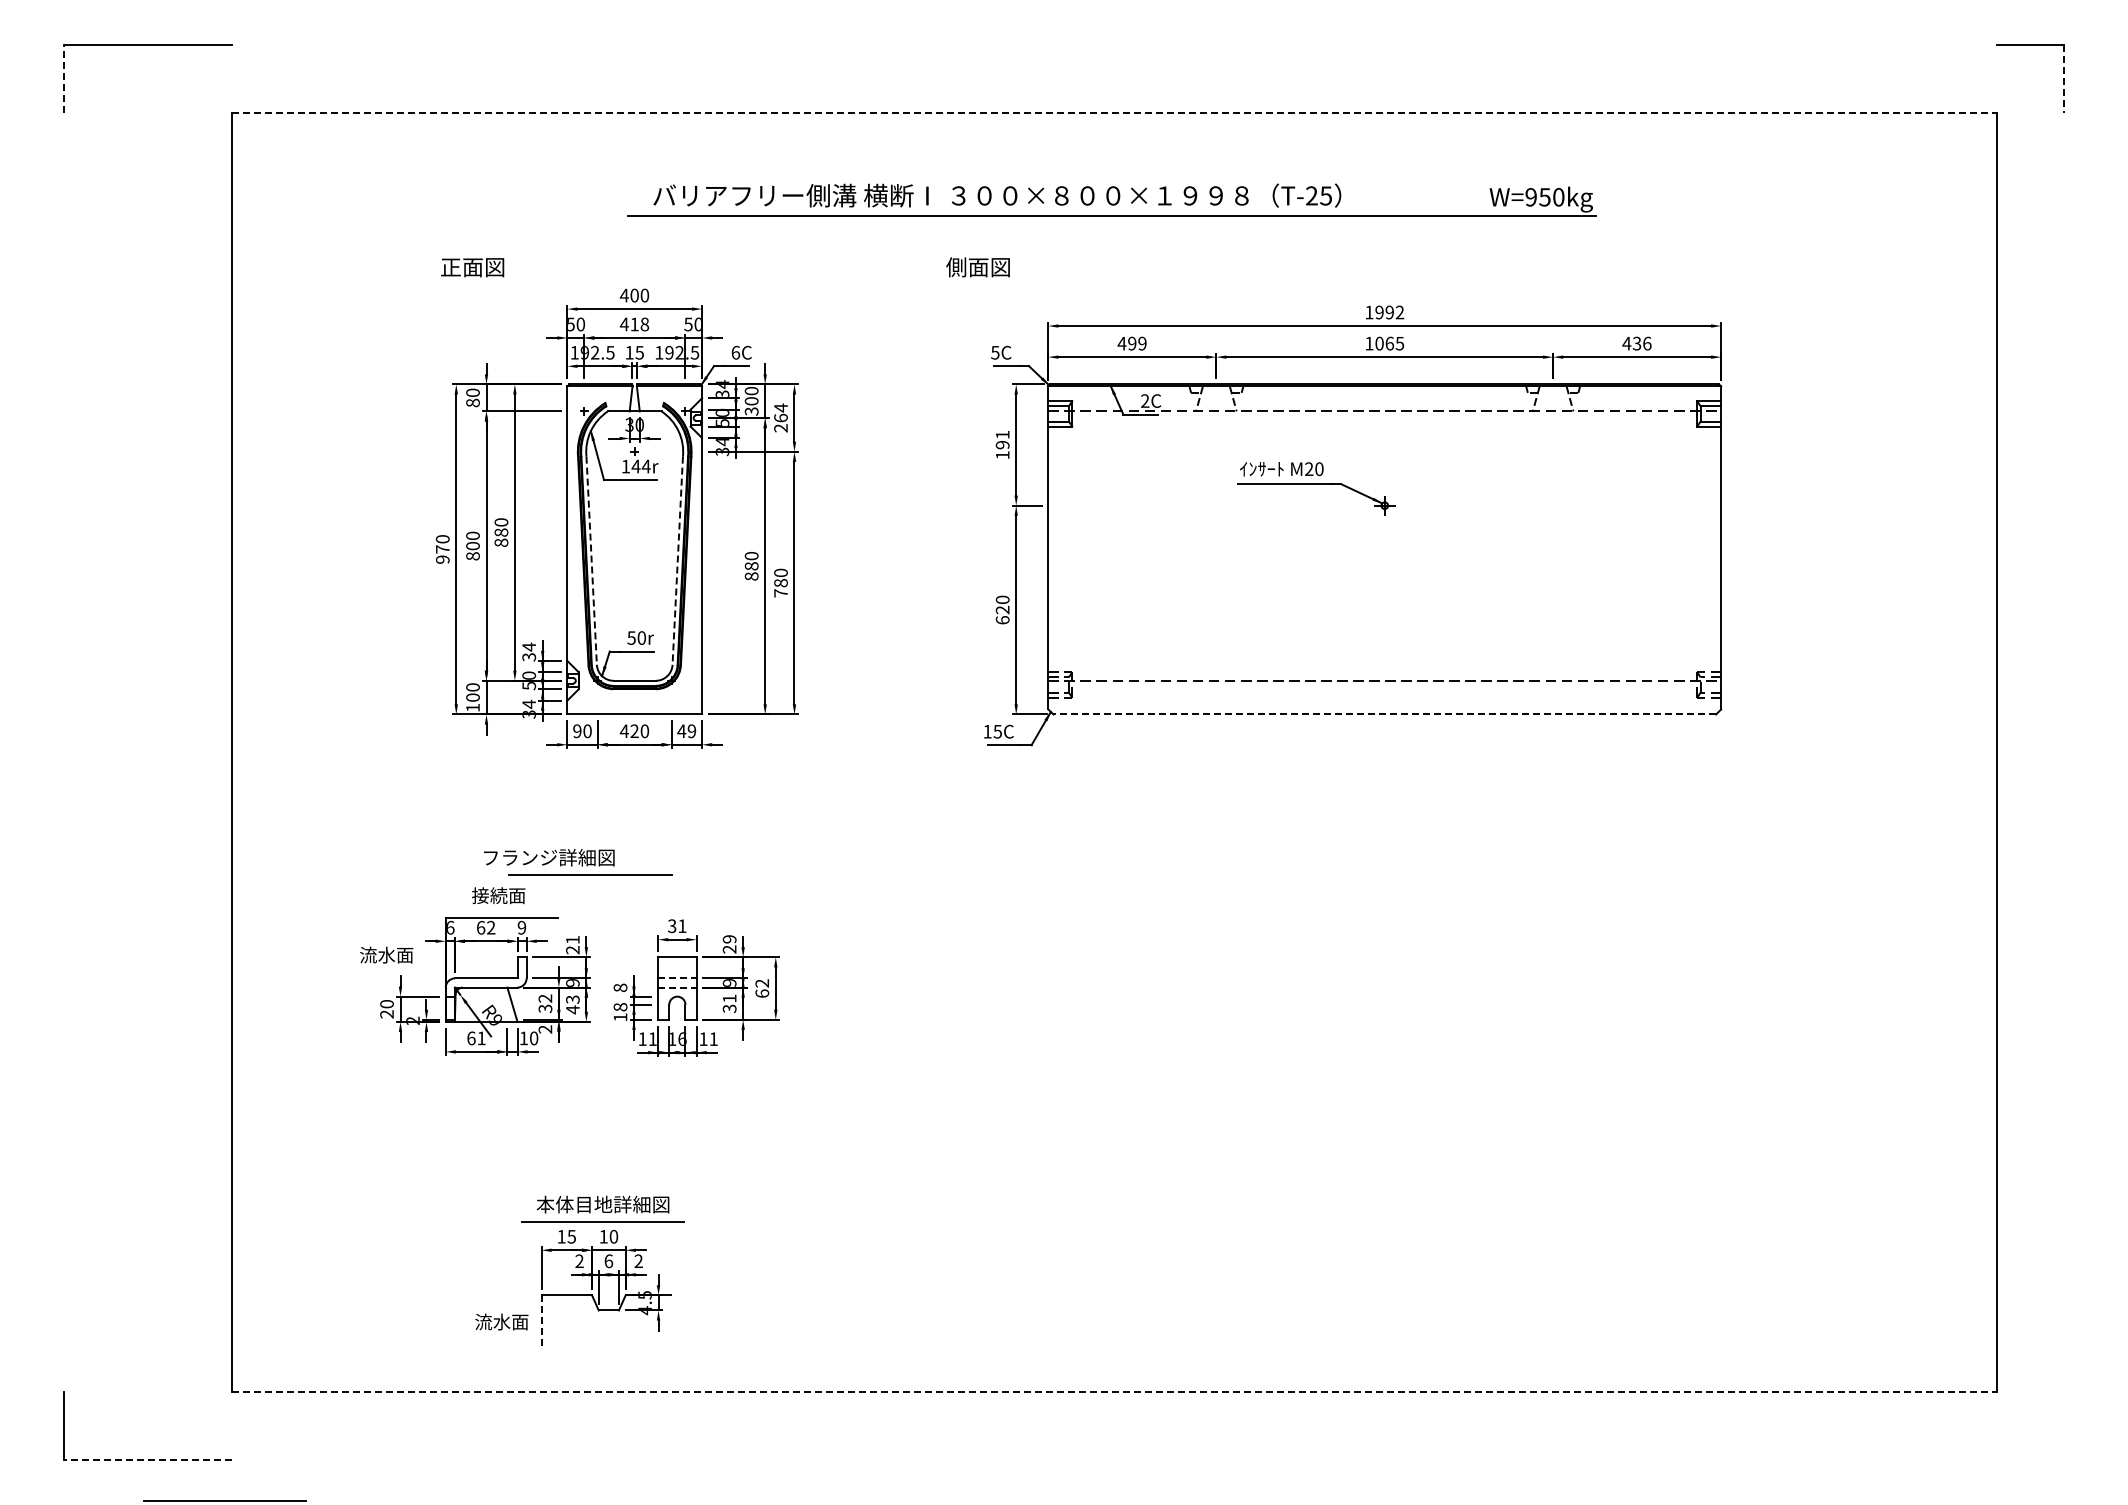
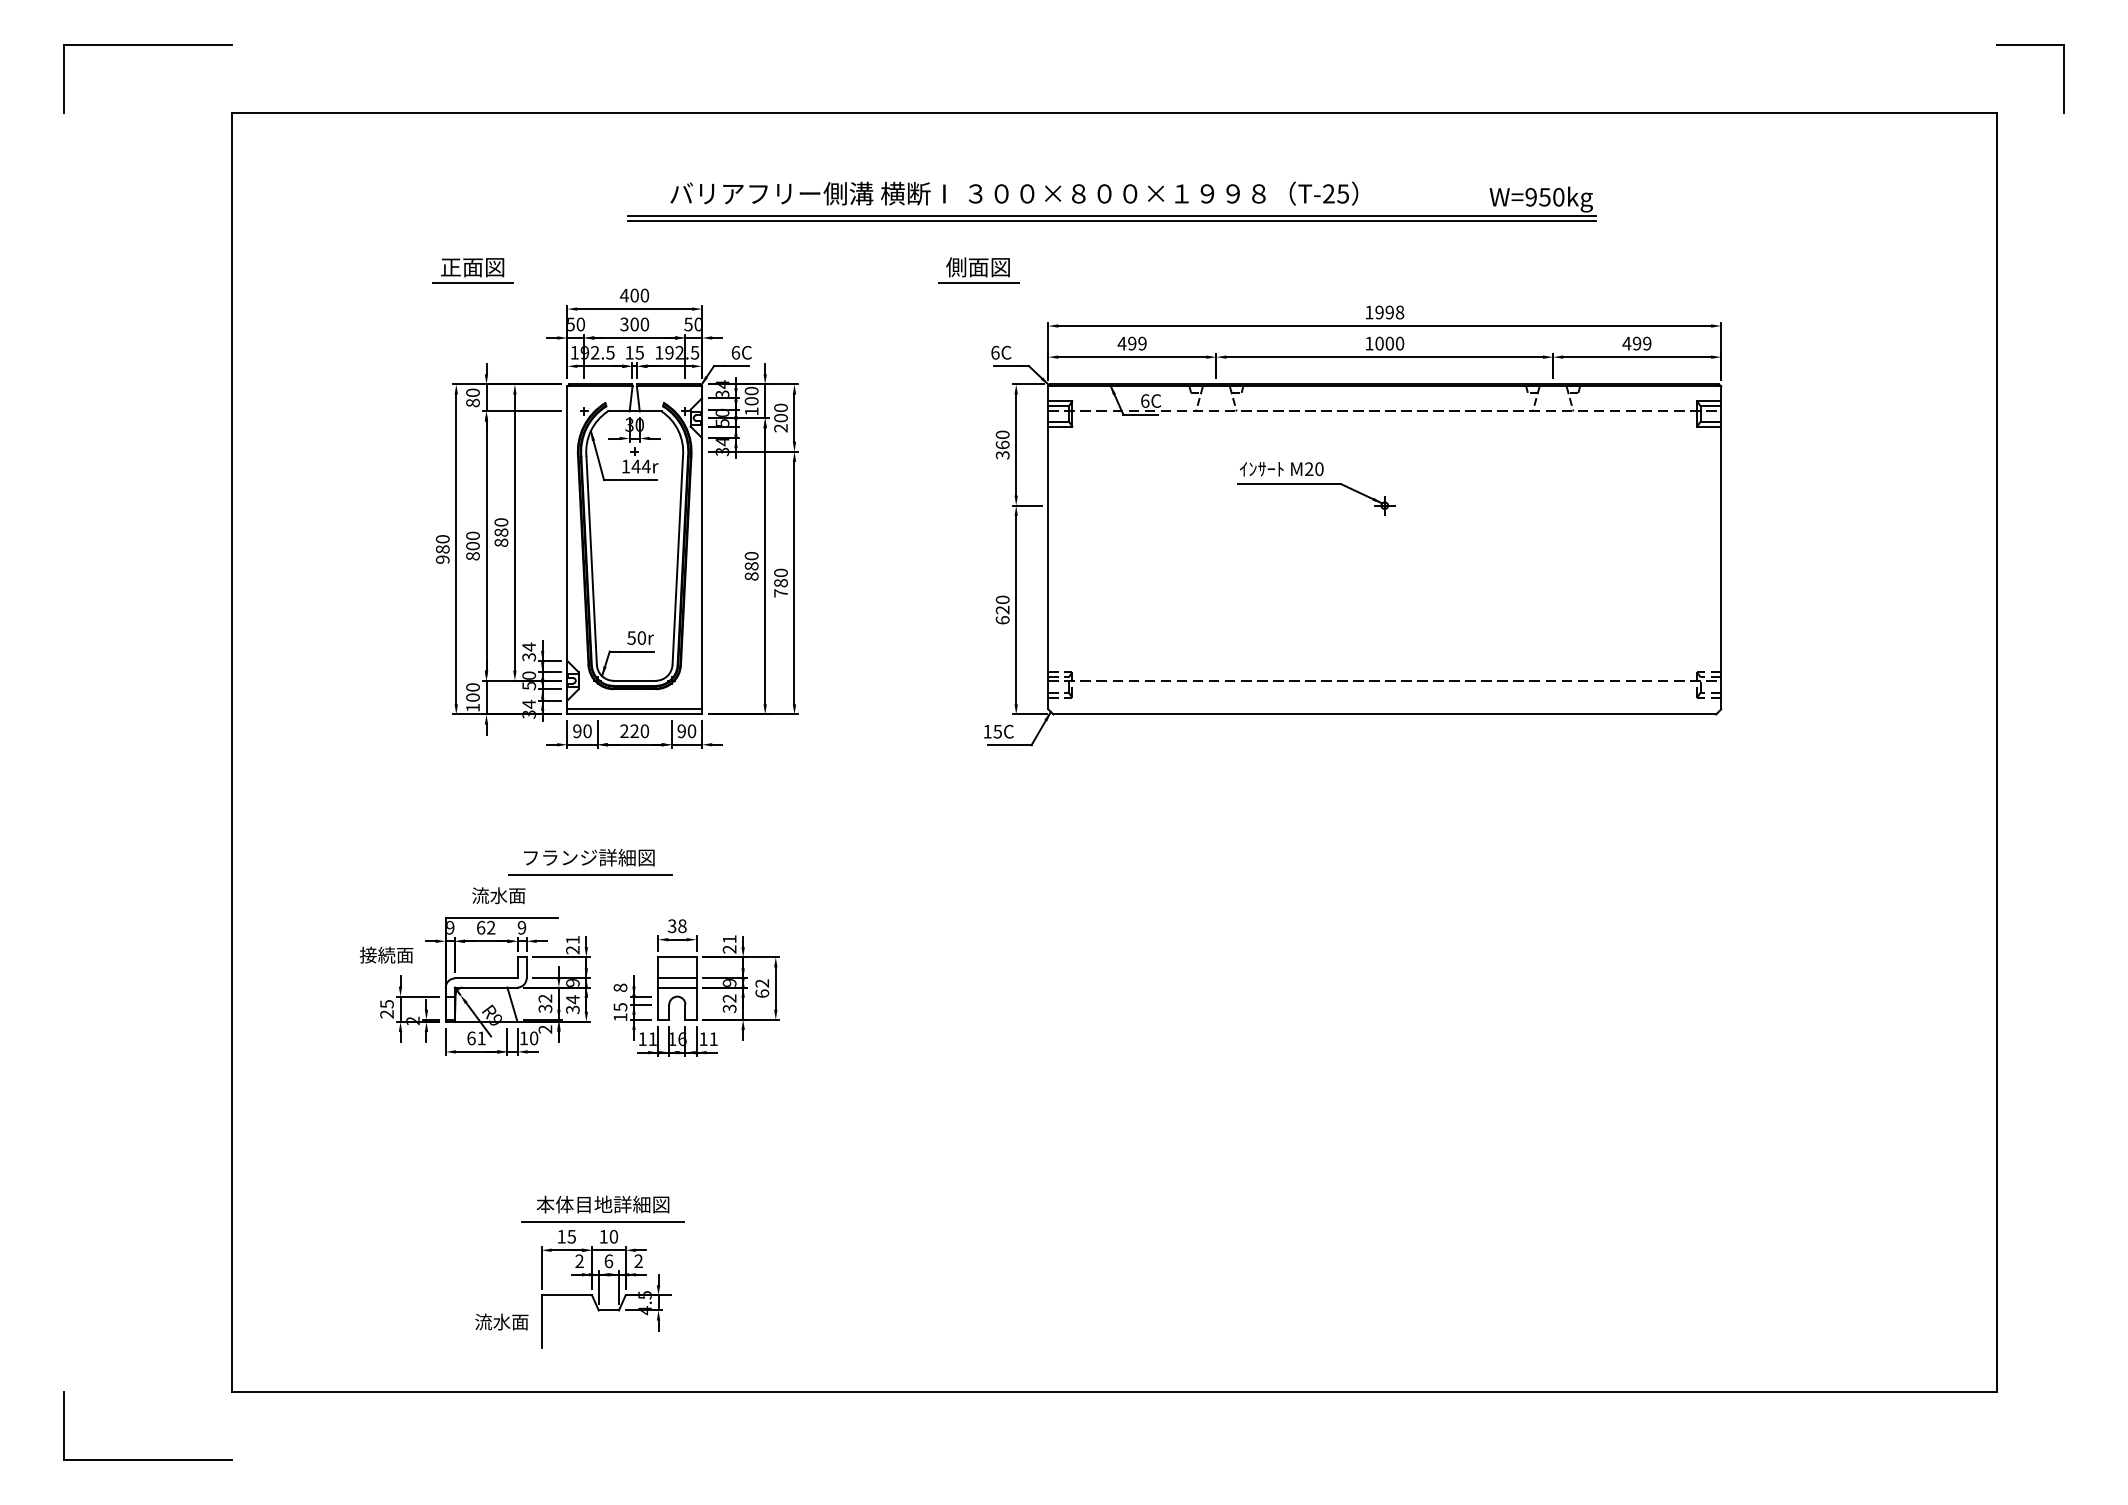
line at (63, 78): dashed -> solid
line at (2064, 78): dashed -> solid
line at (1115, 112): dashed -> solid
text at (997, 195) position: (997, 195) -> (1014, 193)
line at (1111, 221): none -> present
line at (472, 283): none -> present
line at (978, 283): none -> present
text at (1399, 312): 1992 -> 1998
text at (634, 324): 418 -> 300
text at (1394, 343): 1065 -> 1000
text at (1641, 343): 436 -> 499
text at (995, 352): 5C -> 6C
text at (1145, 400): 2C -> 6C
text at (751, 411): 300 -> 100
text at (780, 412): 264 -> 200
text at (1002, 444): 191 -> 360
text at (442, 549): 970 -> 980
line at (591, 561): dashed -> solid
line at (677, 561): dashed -> solid
line at (634, 709): none -> present
line at (1384, 714): dashed -> solid
text at (623, 730): 420 -> 220
text at (686, 731): 49 -> 90
text at (549, 857) position: (549, 857) -> (589, 857)
text at (489, 895): 接続面 -> 流水面
text at (682, 926): 31 -> 38
text at (450, 927): 6 -> 9
text at (729, 939): 29 -> 21
text at (377, 954): 流水面 -> 接続面
line at (677, 978): dashed -> solid
line at (677, 987): dashed -> solid
text at (729, 998): 31 -> 32
text at (386, 1004): 20 -> 25
text at (572, 1004): 43 -> 34
text at (620, 1007): 18 -> 15
line at (541, 1322): dashed -> solid
line at (1115, 1392): dashed -> solid
line at (147, 1459): dashed -> solid
line at (224, 1500): present -> none
